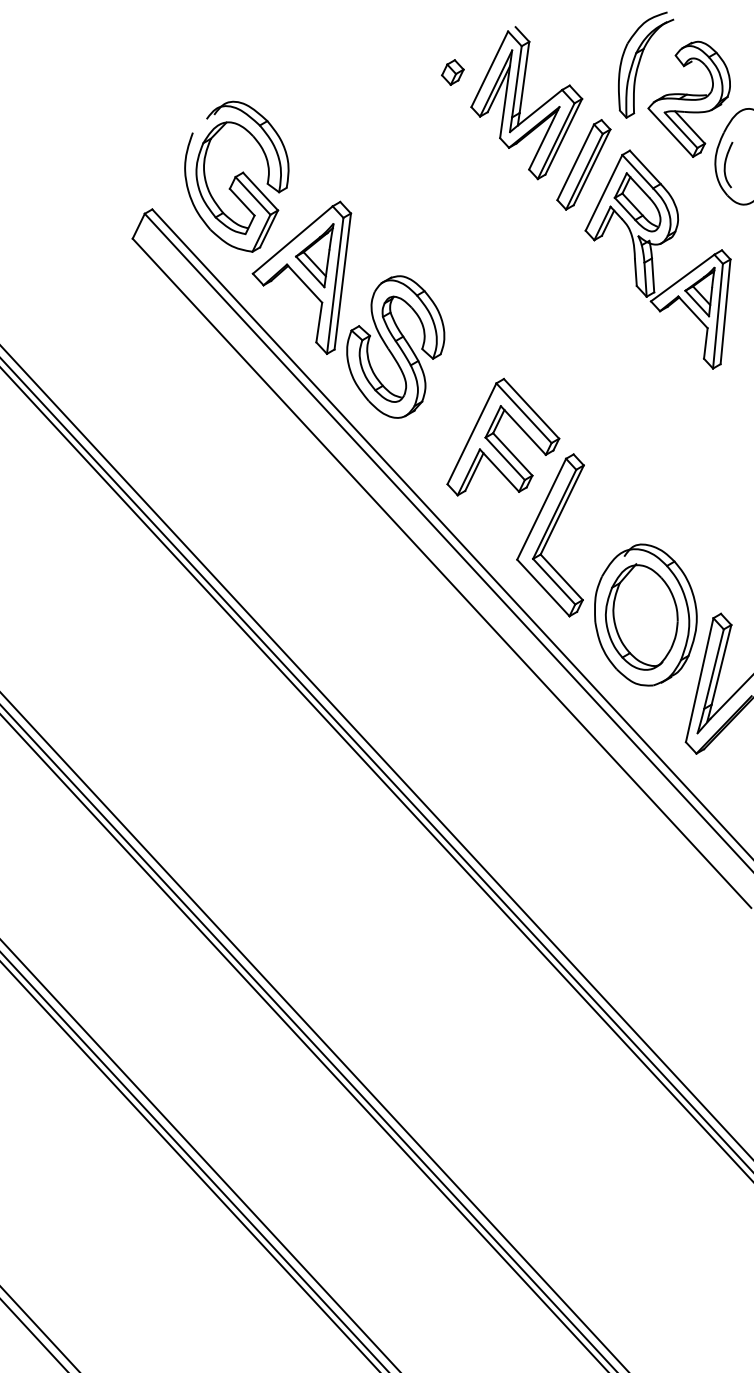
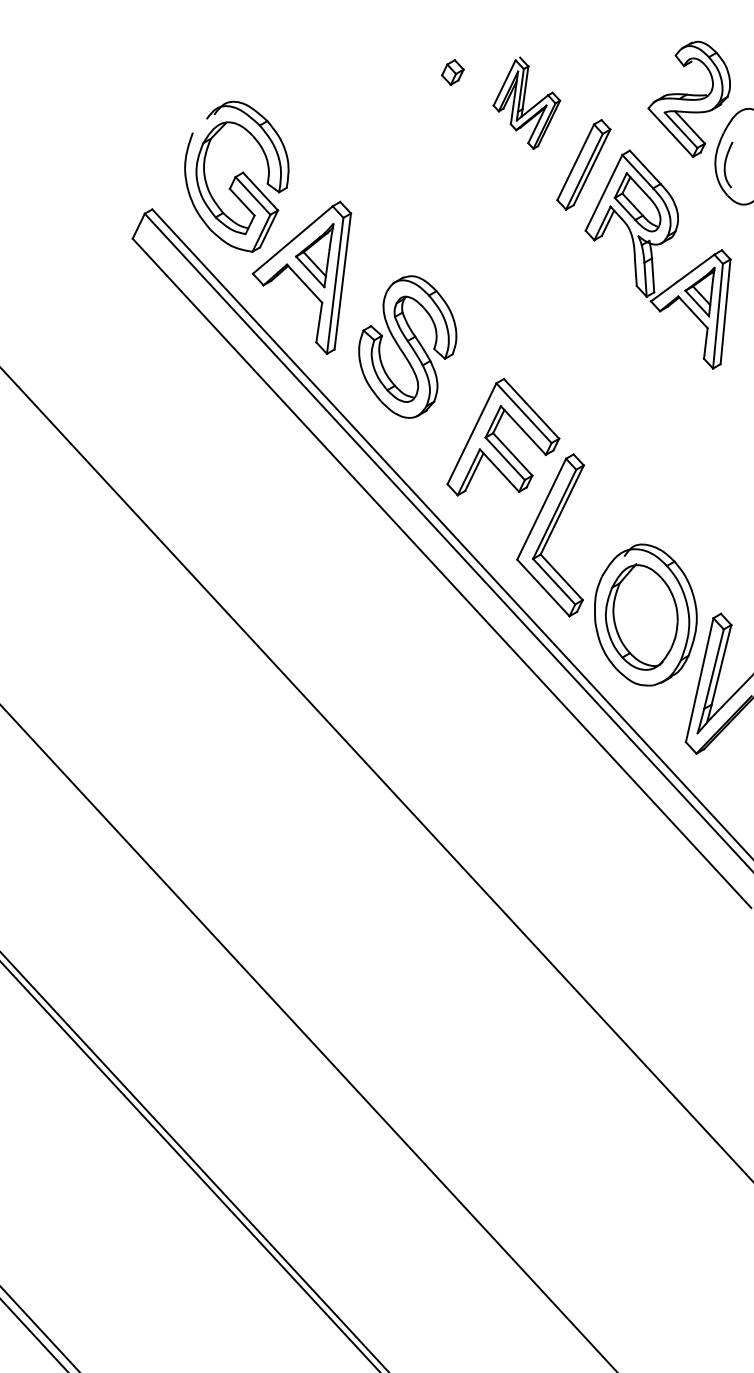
part at (640, 62): present -> none
part at (526, 103) size: 114x155 px -> 70x94 px
part at (395, 346) position: (395, 346) -> (407, 346)
line at (376, 751): present -> none
line at (376, 764): present -> none
line at (314, 1031): present -> none
line at (303, 1042): present -> none
line at (200, 1155): present -> none
